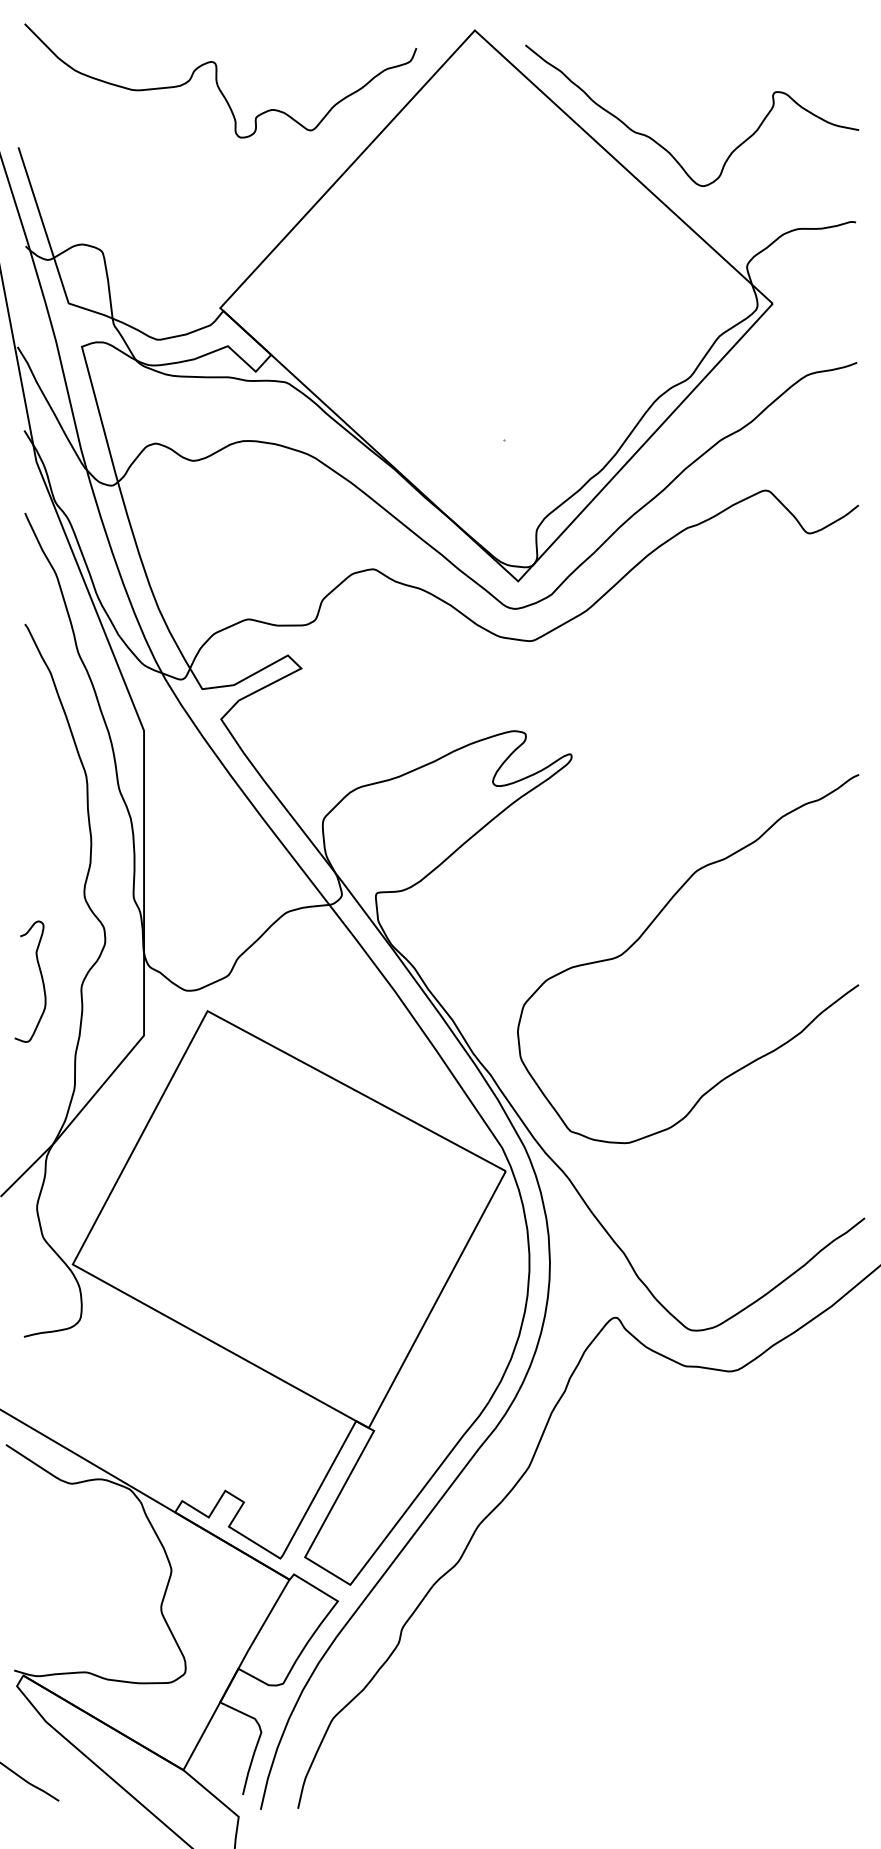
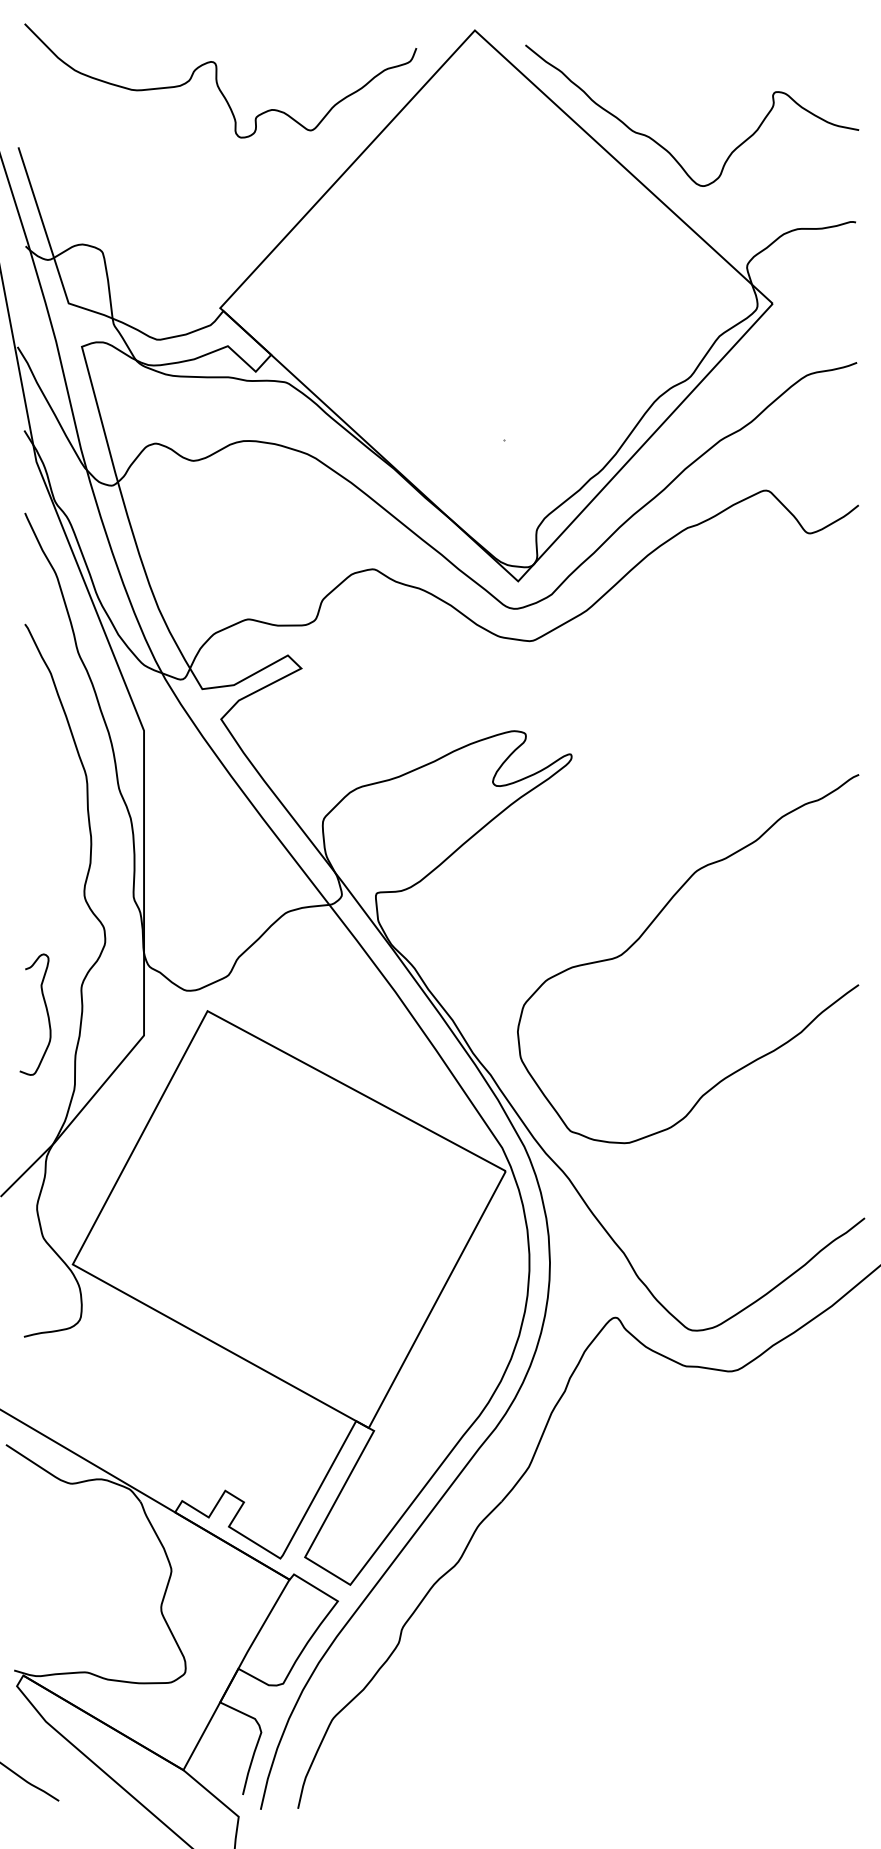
curve at (41, 980) position: (41, 980) -> (46, 1013)
